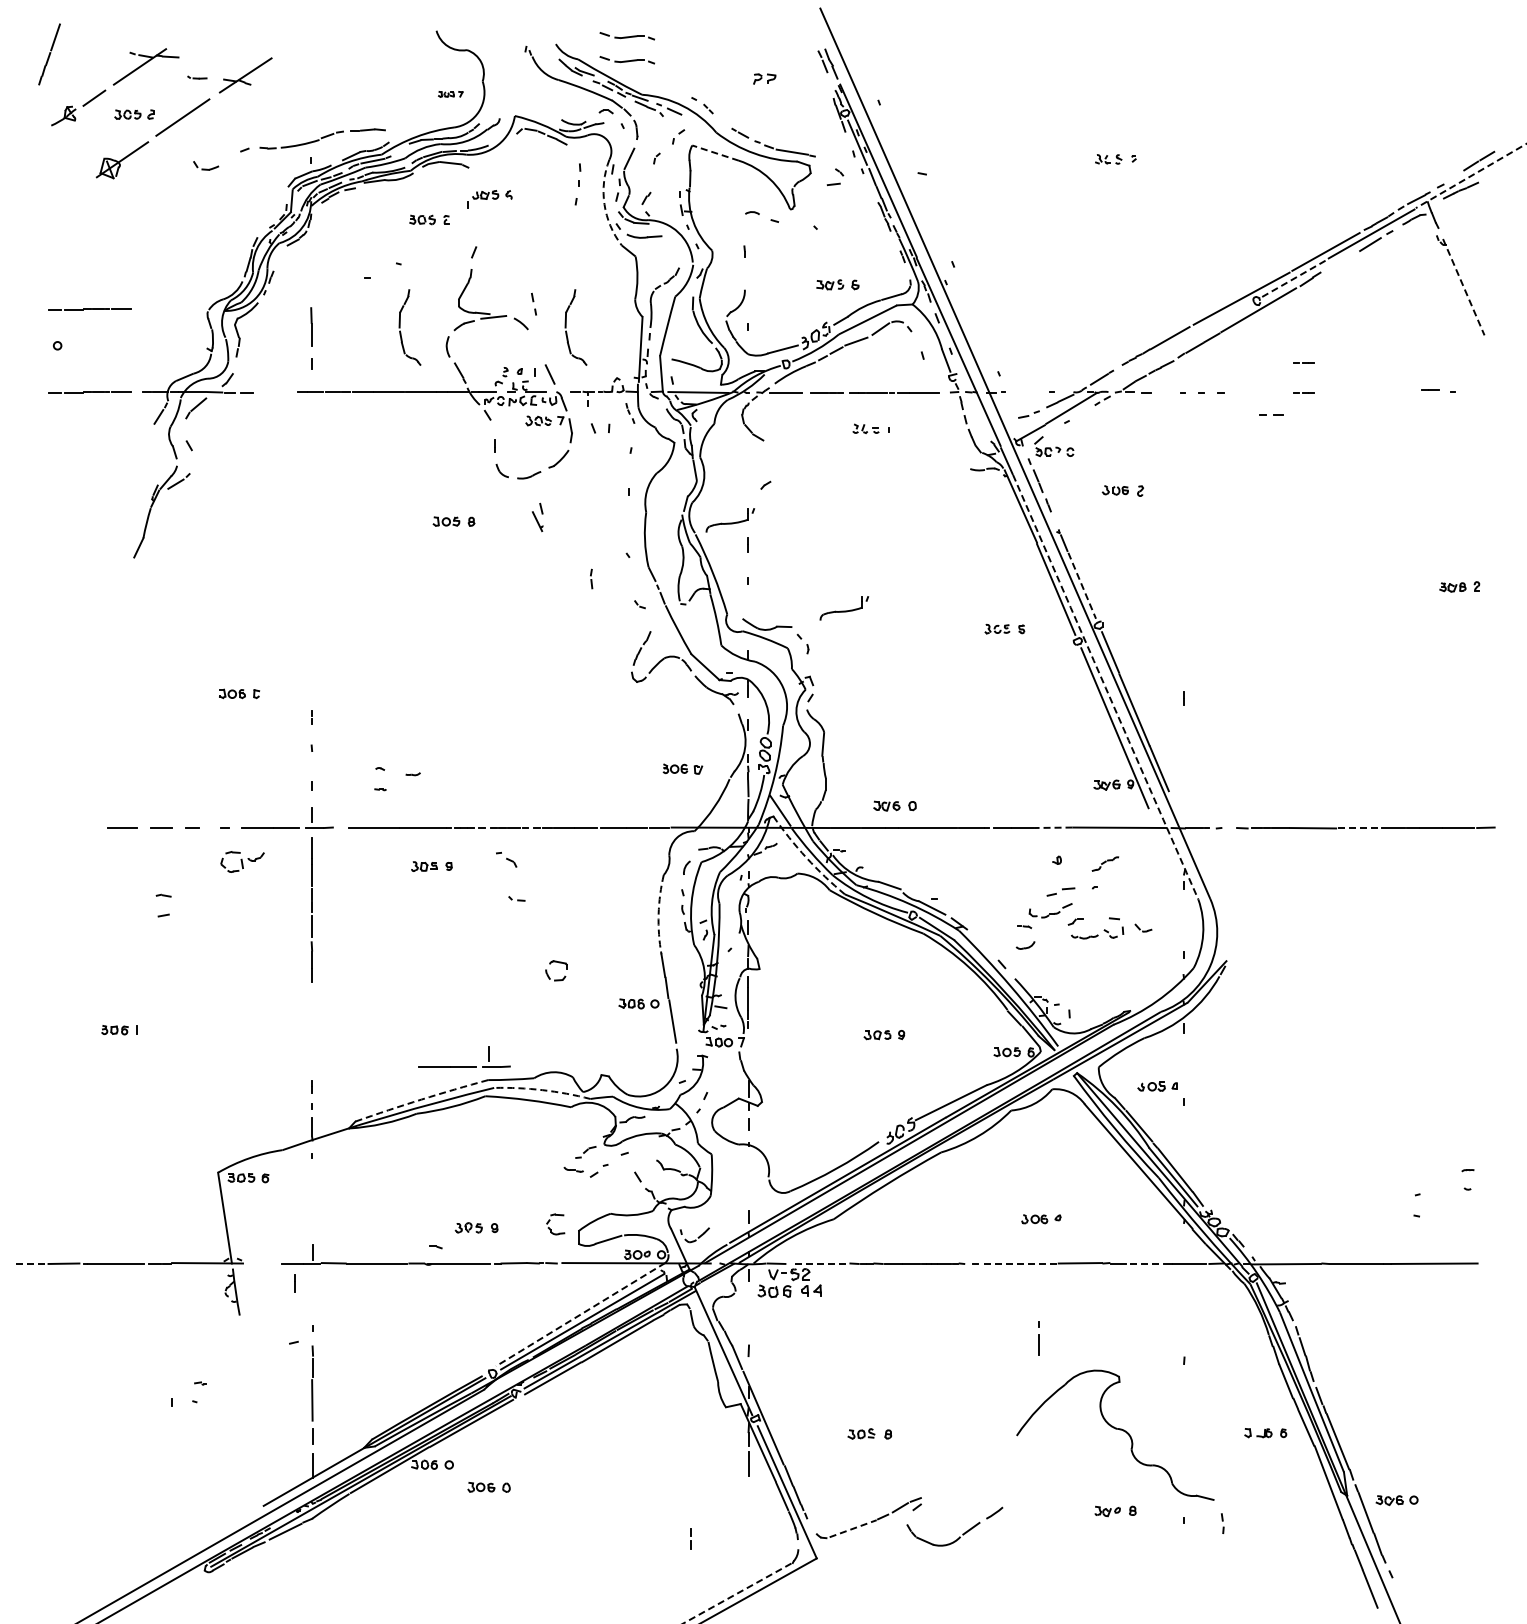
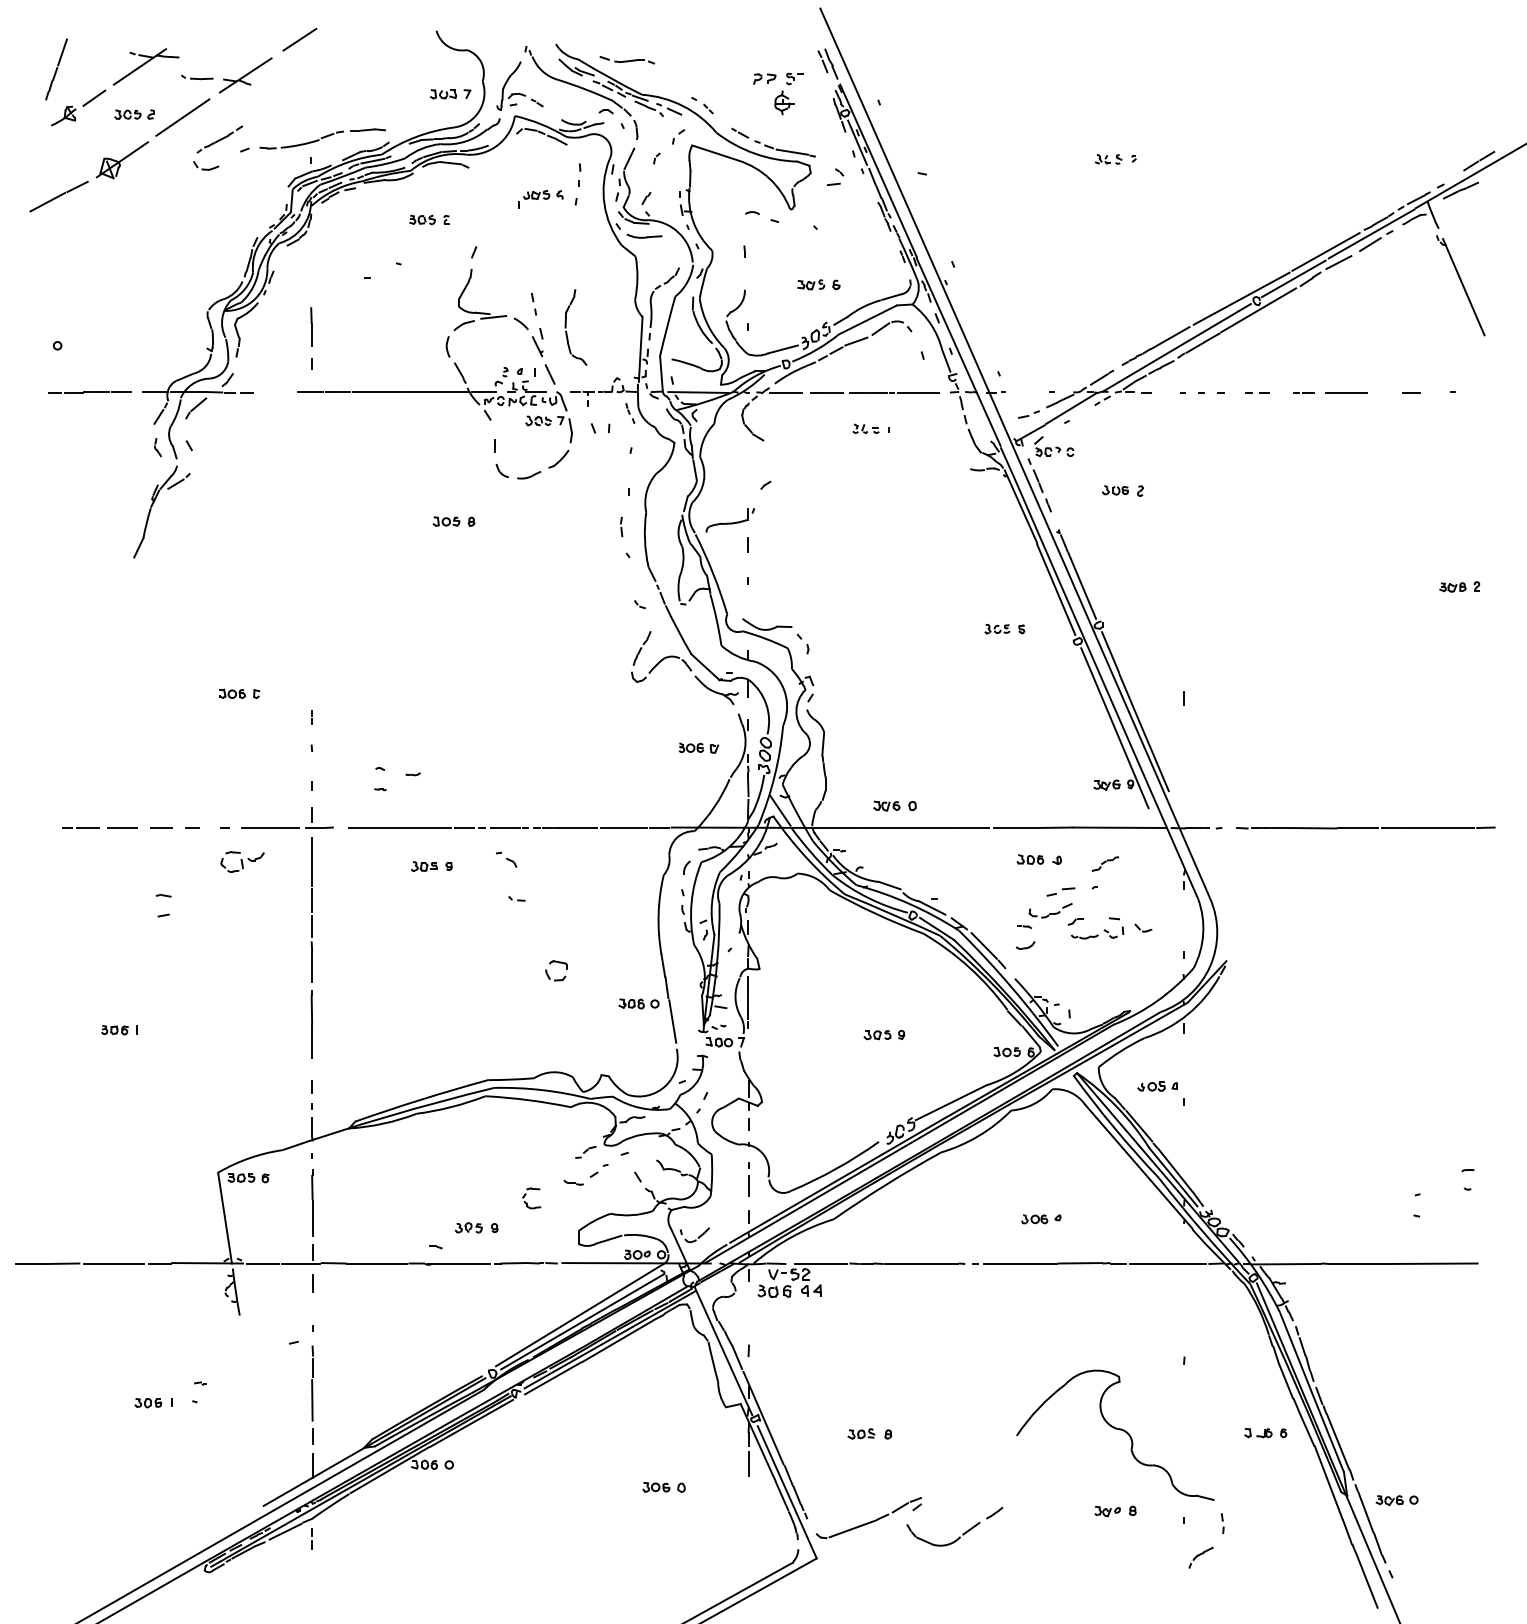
part at (626, 36): present -> none
line at (299, 39): none -> present
line at (49, 54) position: (49, 54) -> (56, 69)
part at (197, 77) size: 21x5 px -> 33x6 px
part at (519, 93): none -> present
part at (788, 93): none -> present
part at (450, 94) size: 26x7 px -> 42x11 px
part at (219, 139): none -> present
line at (715, 152): dashed -> solid
line at (1471, 176): dashed -> solid
line at (58, 196): none -> present
part at (489, 199) position: (489, 199) -> (540, 199)
arc at (604, 204): dashed -> solid
line at (1338, 262): none -> present
line at (1293, 278): dashed -> solid
part at (837, 284) position: (837, 284) -> (818, 284)
line at (1463, 287): dashed -> solid
line at (89, 309): present -> none
part at (400, 327): present -> none
line at (1176, 347): none -> present
line at (1303, 362): present -> none
line at (1430, 389) position: (1430, 389) -> (1411, 392)
line at (1346, 392): none -> present
line at (1273, 414) position: (1273, 414) -> (1259, 392)
part at (157, 447): none -> present
part at (537, 517) position: (537, 517) -> (537, 342)
part at (591, 578) position: (591, 578) -> (621, 526)
line at (1082, 585): dashed -> solid
part at (844, 608): present -> none
arc at (1105, 687): dashed -> solid
part at (682, 768) position: (682, 768) -> (698, 747)
line at (80, 827): none -> present
line at (1053, 827): dashed -> solid
line at (1358, 828): dashed -> solid
arc at (806, 857): dashed -> solid
part at (1030, 859): none -> present
arc at (658, 914): dashed -> solid
line at (983, 945): none -> present
line at (311, 1024): none -> present
part at (464, 1066): present -> none
arc at (542, 1090): dashed -> solid
arc at (421, 1099): dashed -> solid
line at (573, 1169) position: (573, 1169) -> (573, 1182)
line at (312, 1202): none -> present
part at (549, 1222) position: (549, 1222) -> (525, 1196)
line at (31, 1263): dashed -> solid
line at (262, 1263): none -> present
line at (820, 1263): dashed -> solid
line at (1020, 1263): dashed -> solid
line at (1147, 1263): dashed -> solid
line at (294, 1283) position: (294, 1283) -> (312, 1283)
line at (580, 1314): dashed -> solid
line at (1038, 1338) position: (1038, 1338) -> (748, 1179)
part at (148, 1403): none -> present
part at (488, 1487) position: (488, 1487) -> (663, 1487)
line at (853, 1528): dashed -> solid
line at (690, 1536) position: (690, 1536) -> (311, 1536)
part at (1200, 1557): none -> present
line at (737, 1593): dashed -> solid
